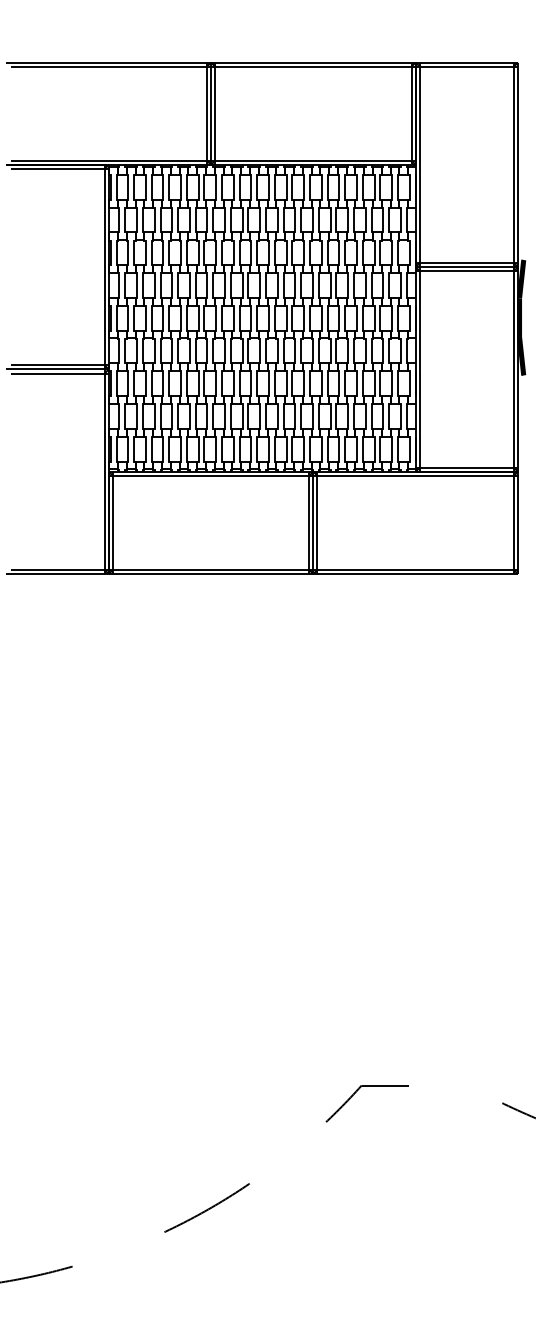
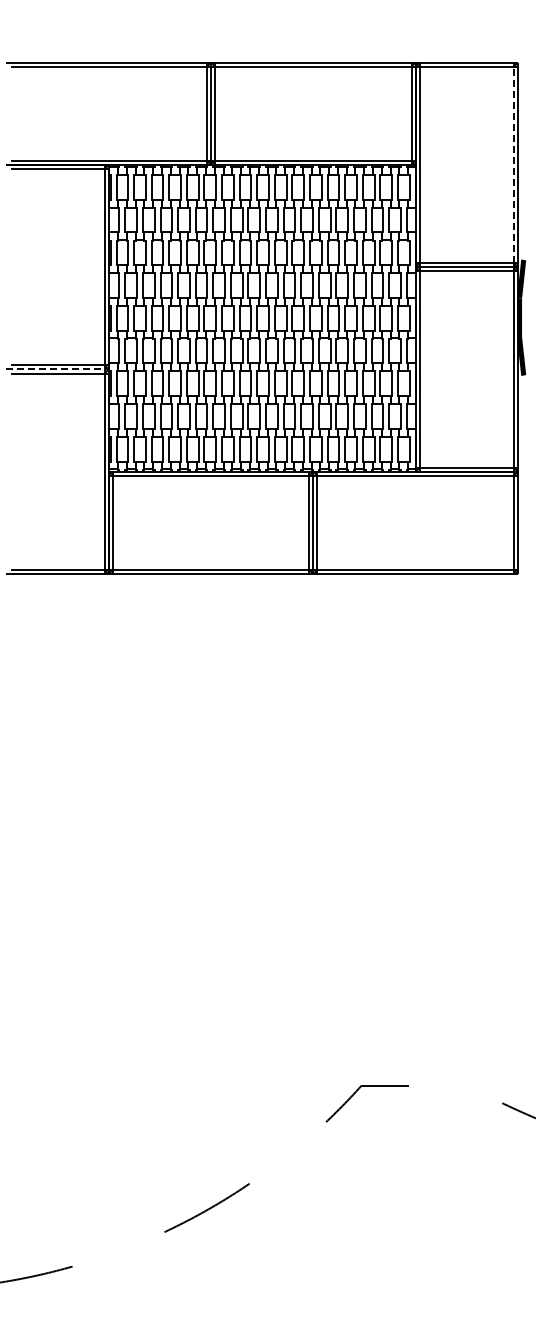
line at (513, 164): solid -> dashed
line at (58, 369): solid -> dashed
